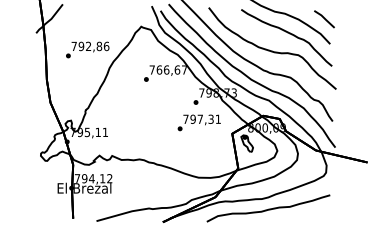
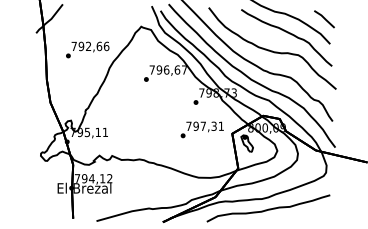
text at (99, 45): 792,86 -> 792,66
text at (159, 69): 766,67 -> 796,67
text at (198, 122) position: (198, 122) -> (201, 129)
